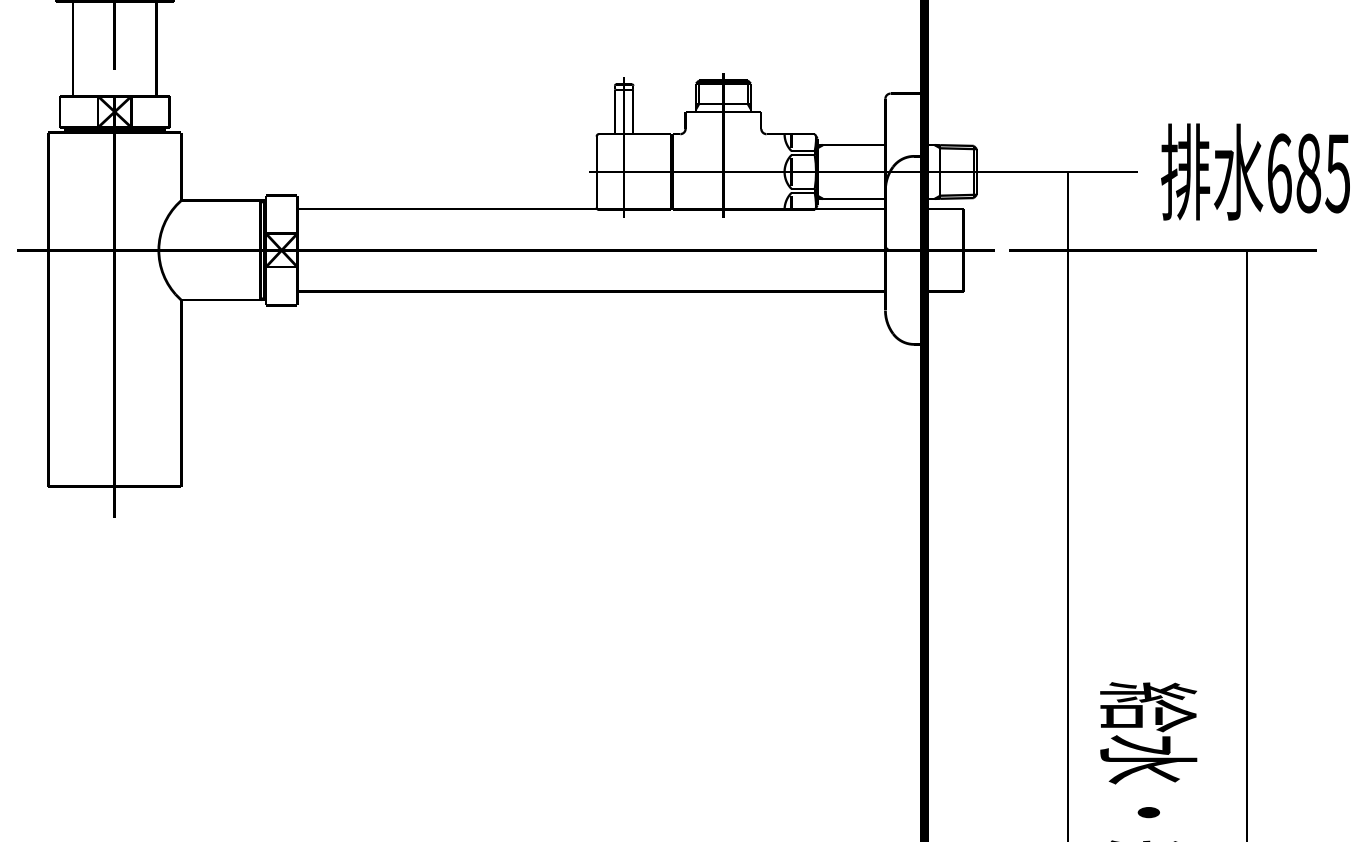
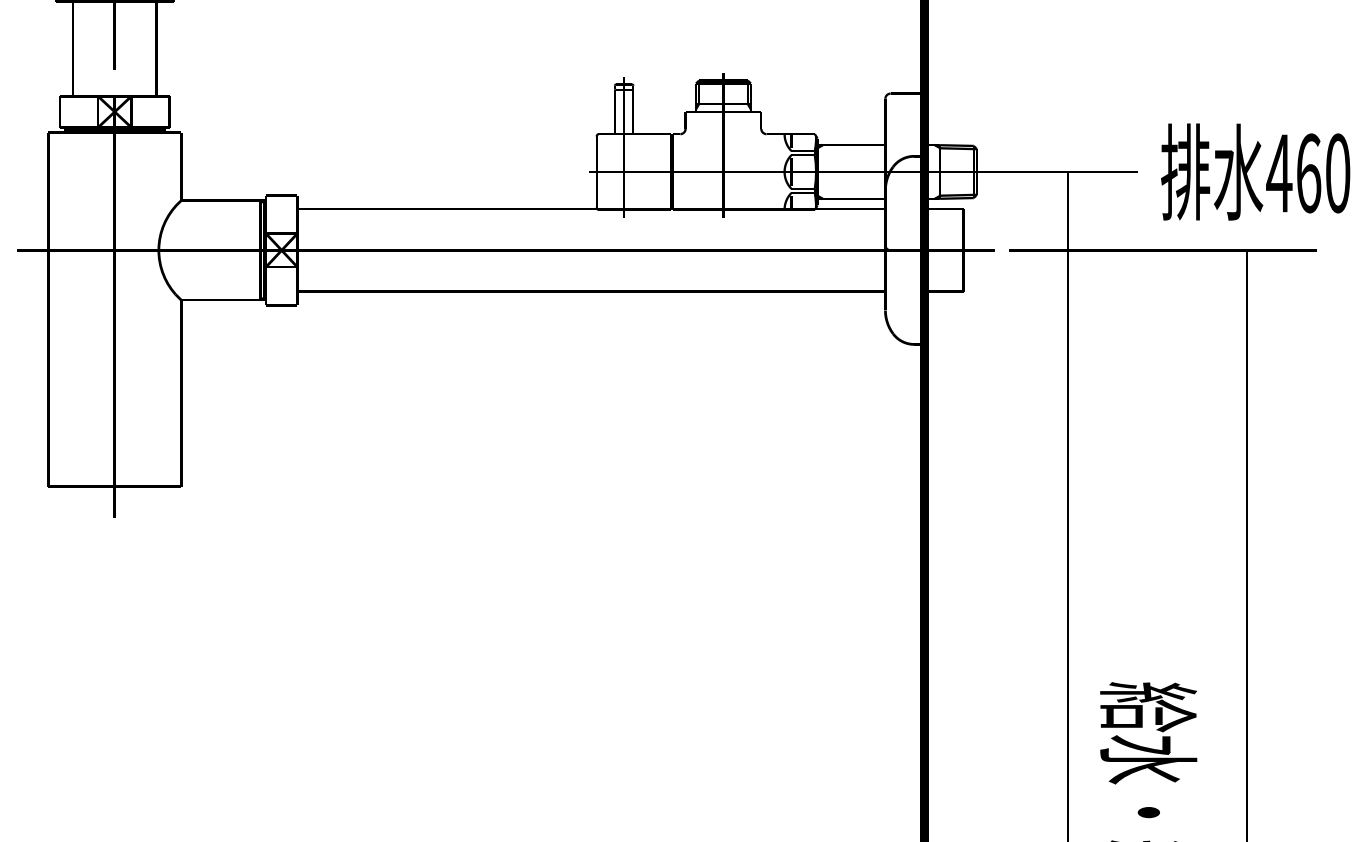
text at (1308, 173): 685 -> 460
